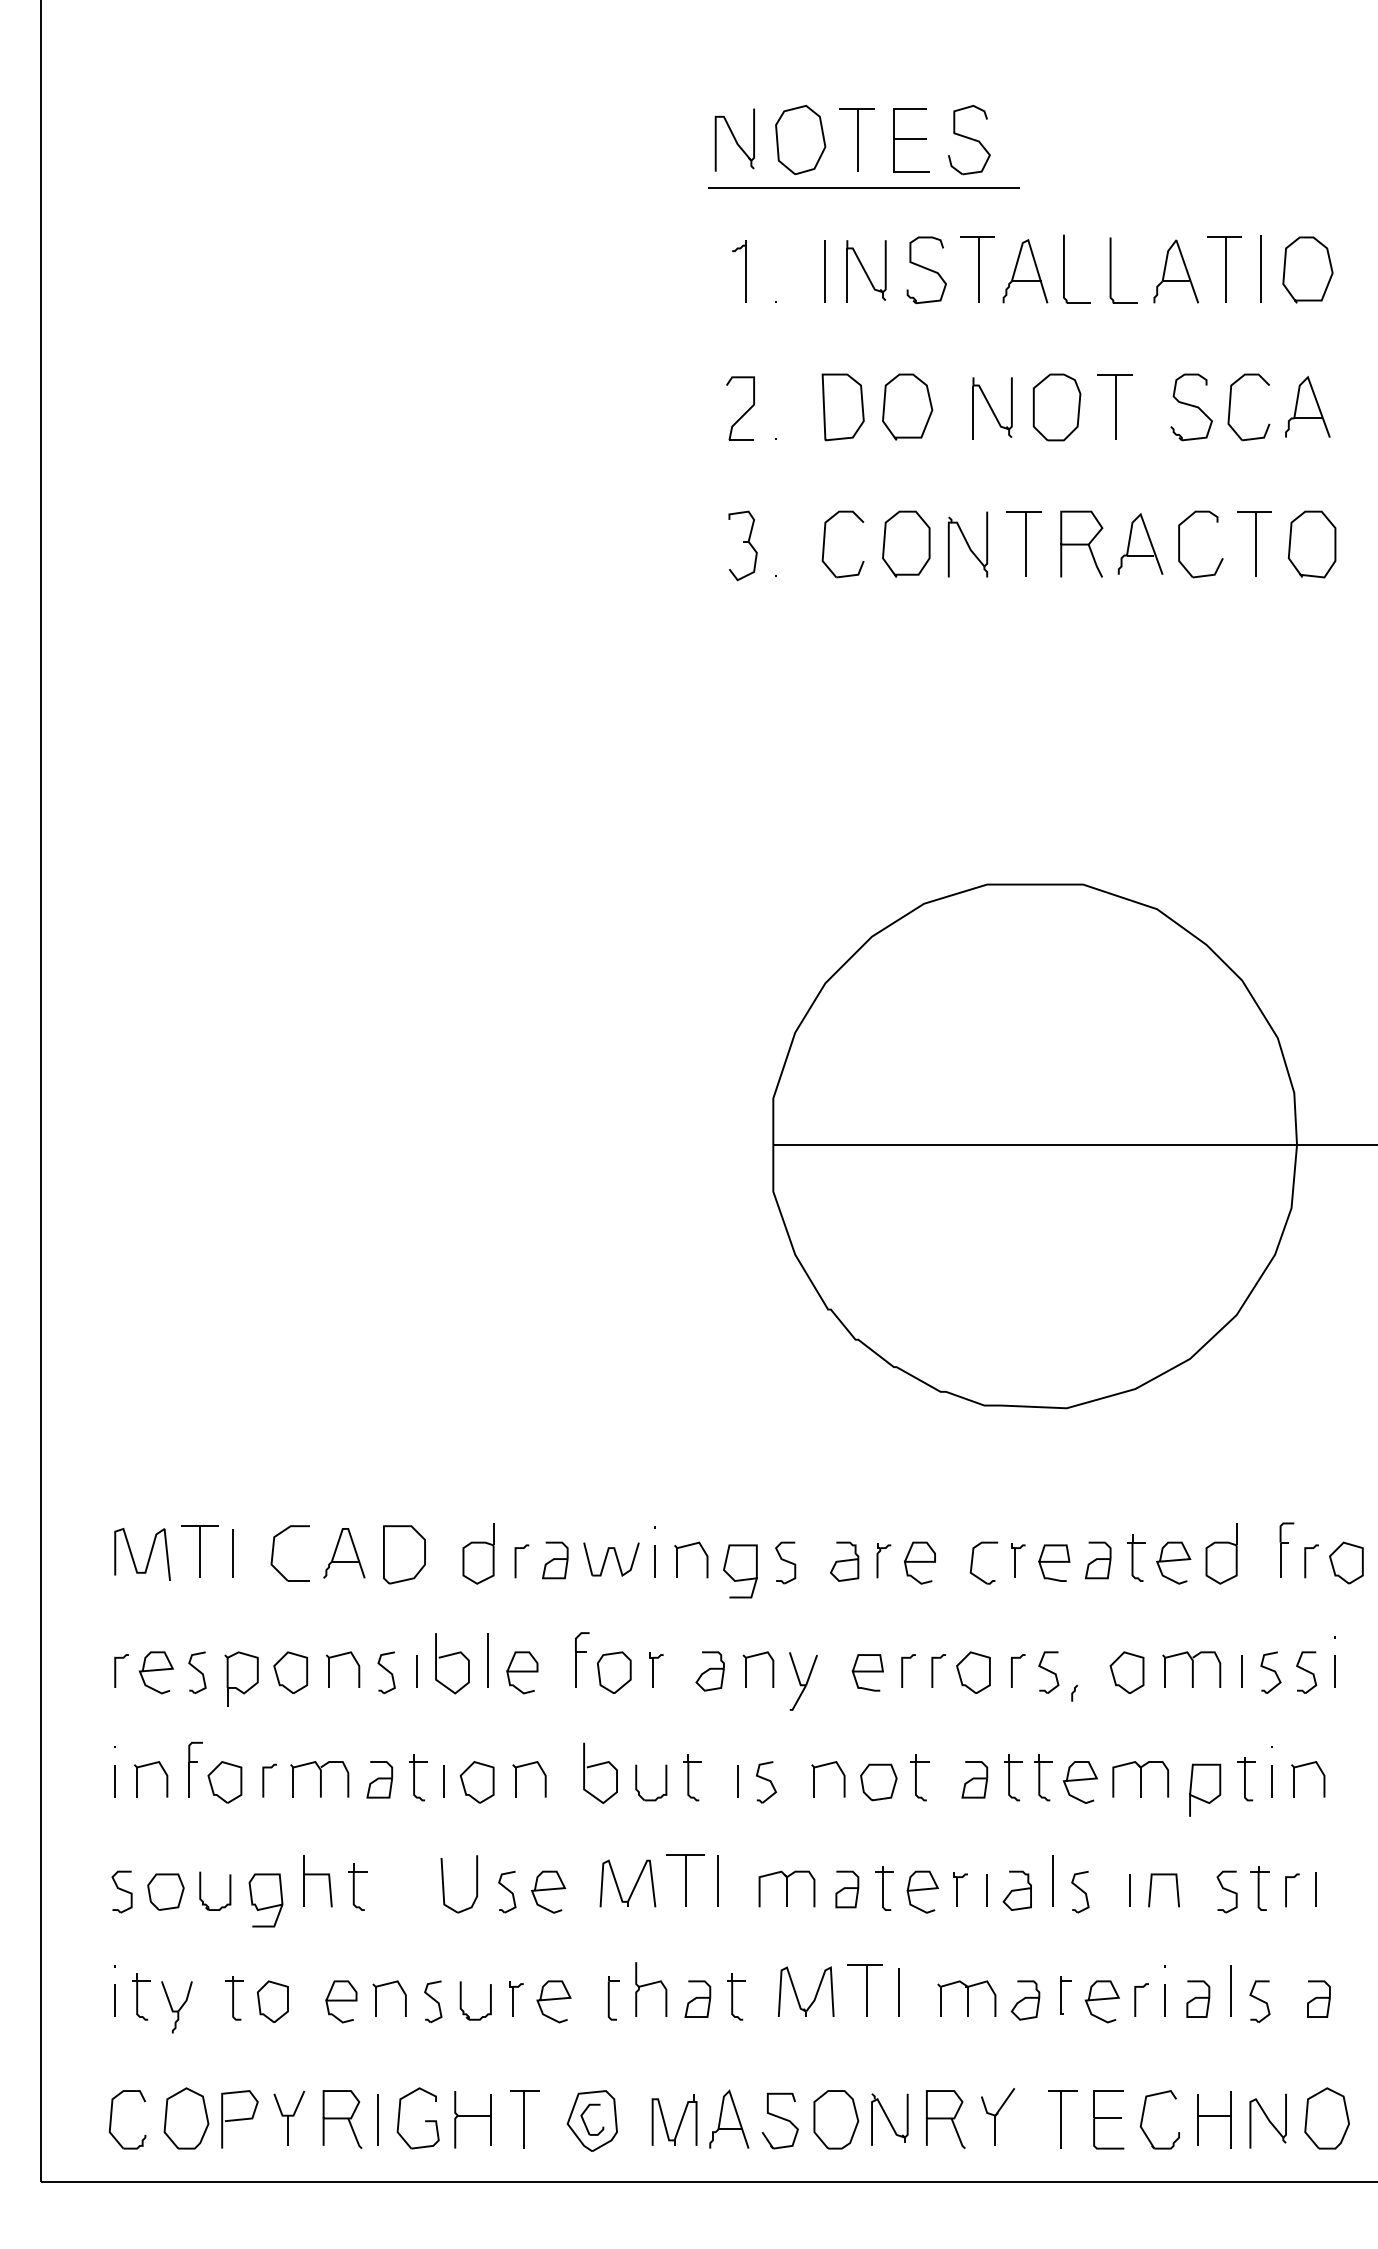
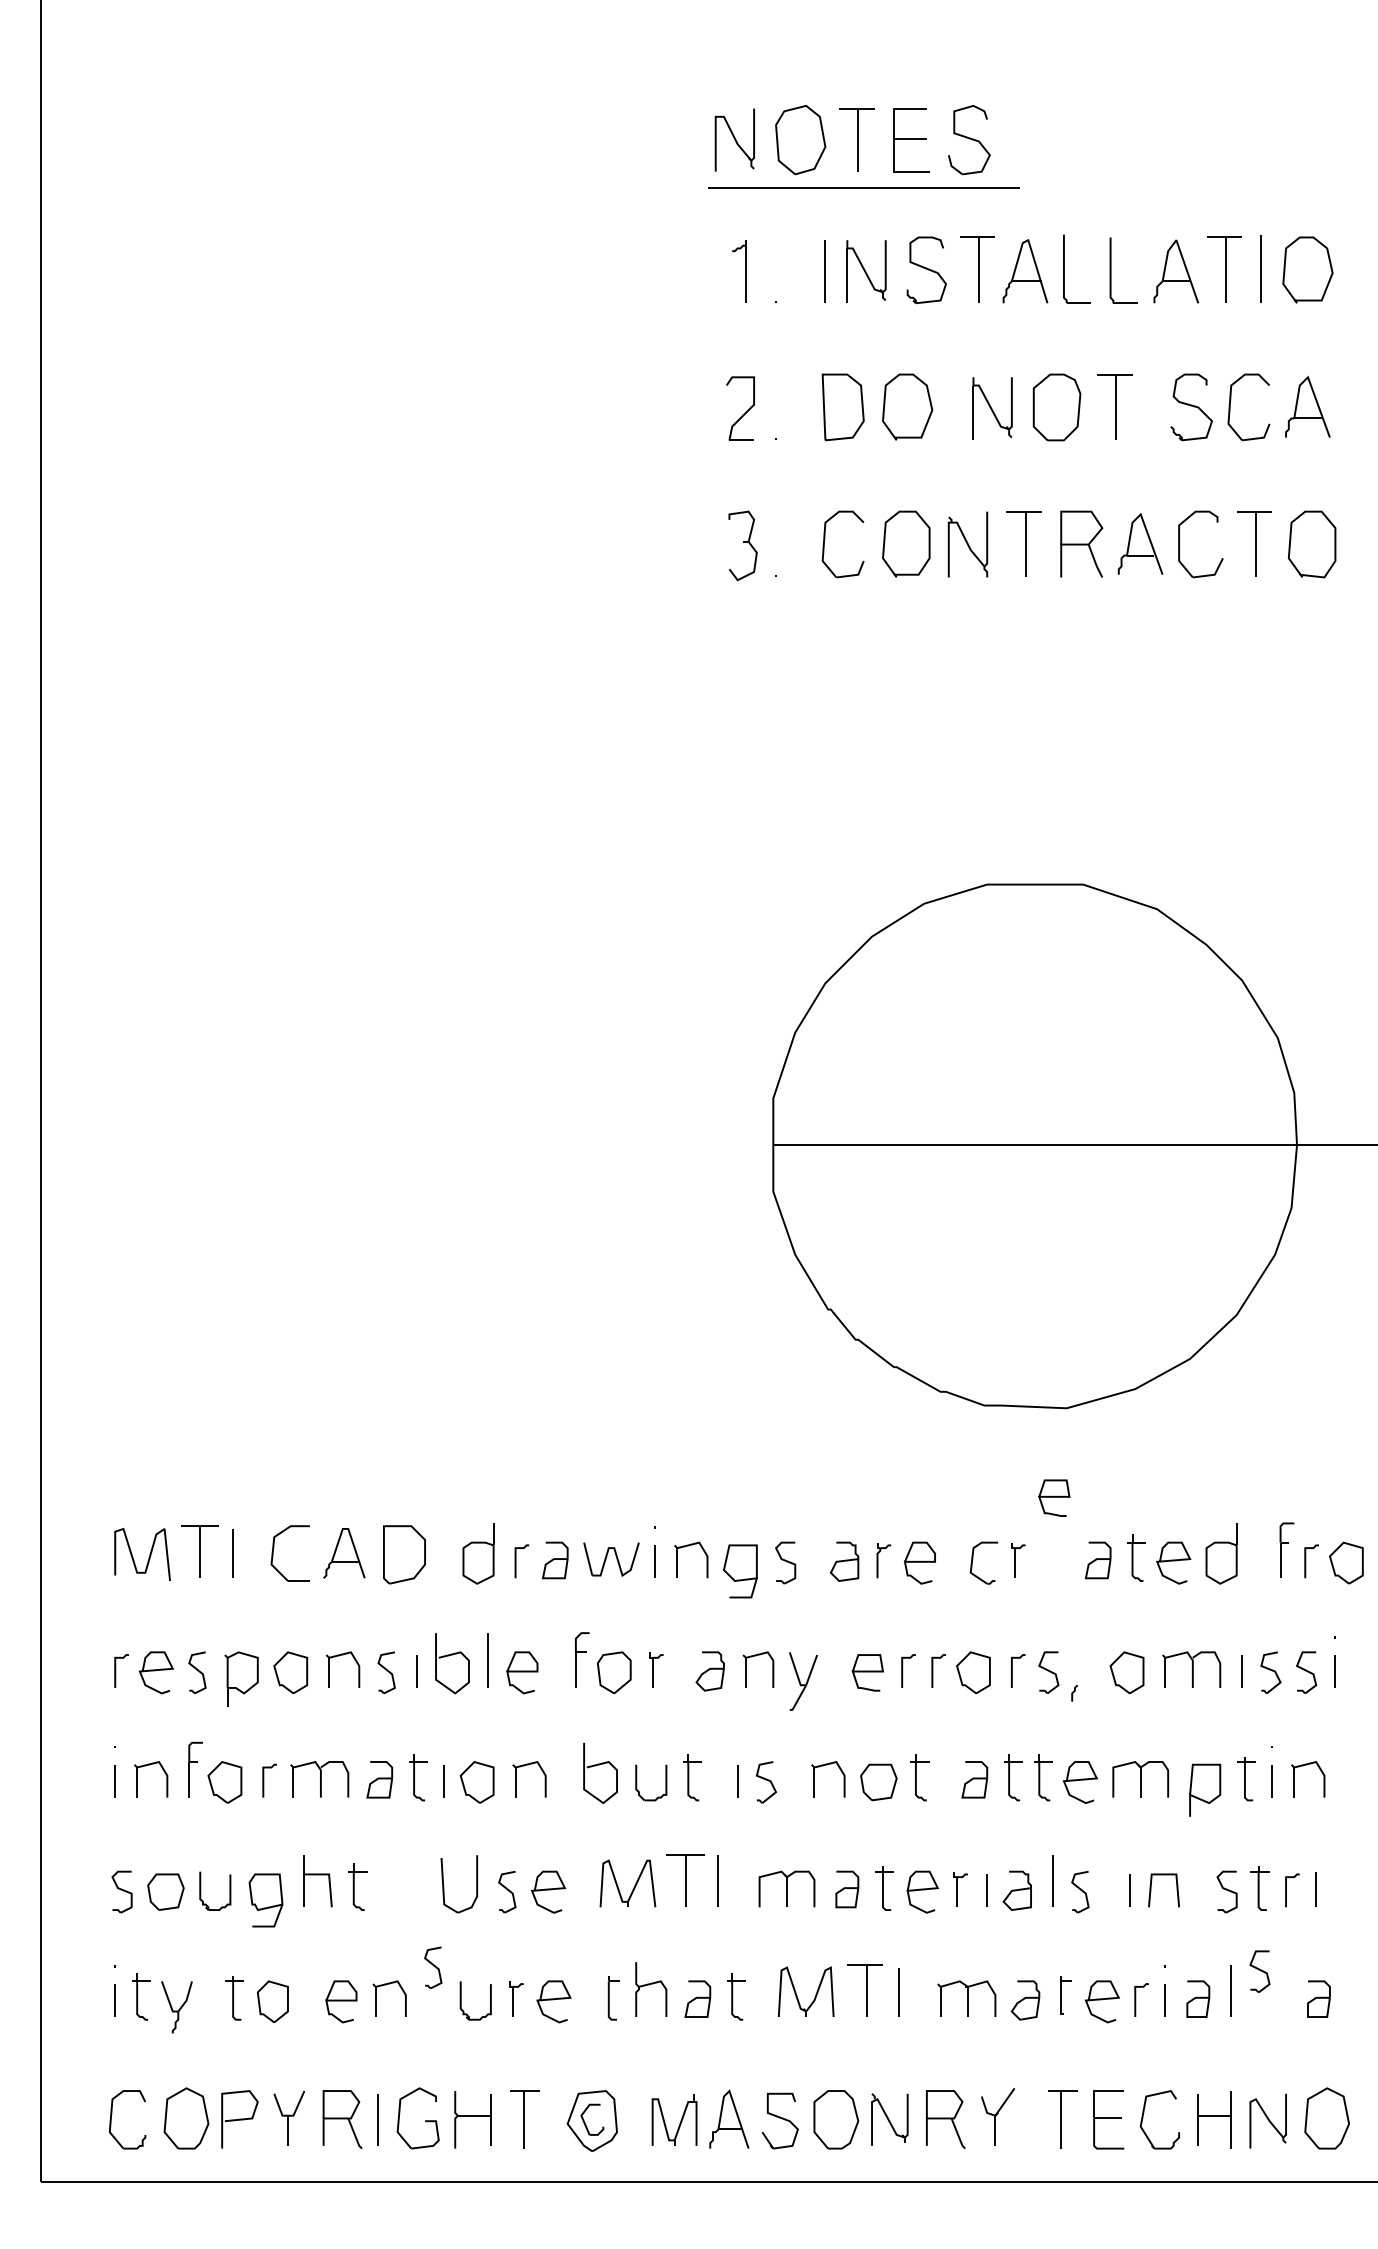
curve at (1054, 1562) position: (1054, 1562) -> (1054, 1497)
part at (433, 2001) position: (433, 2001) -> (433, 1967)
part at (1259, 2001) position: (1259, 2001) -> (1259, 1971)
